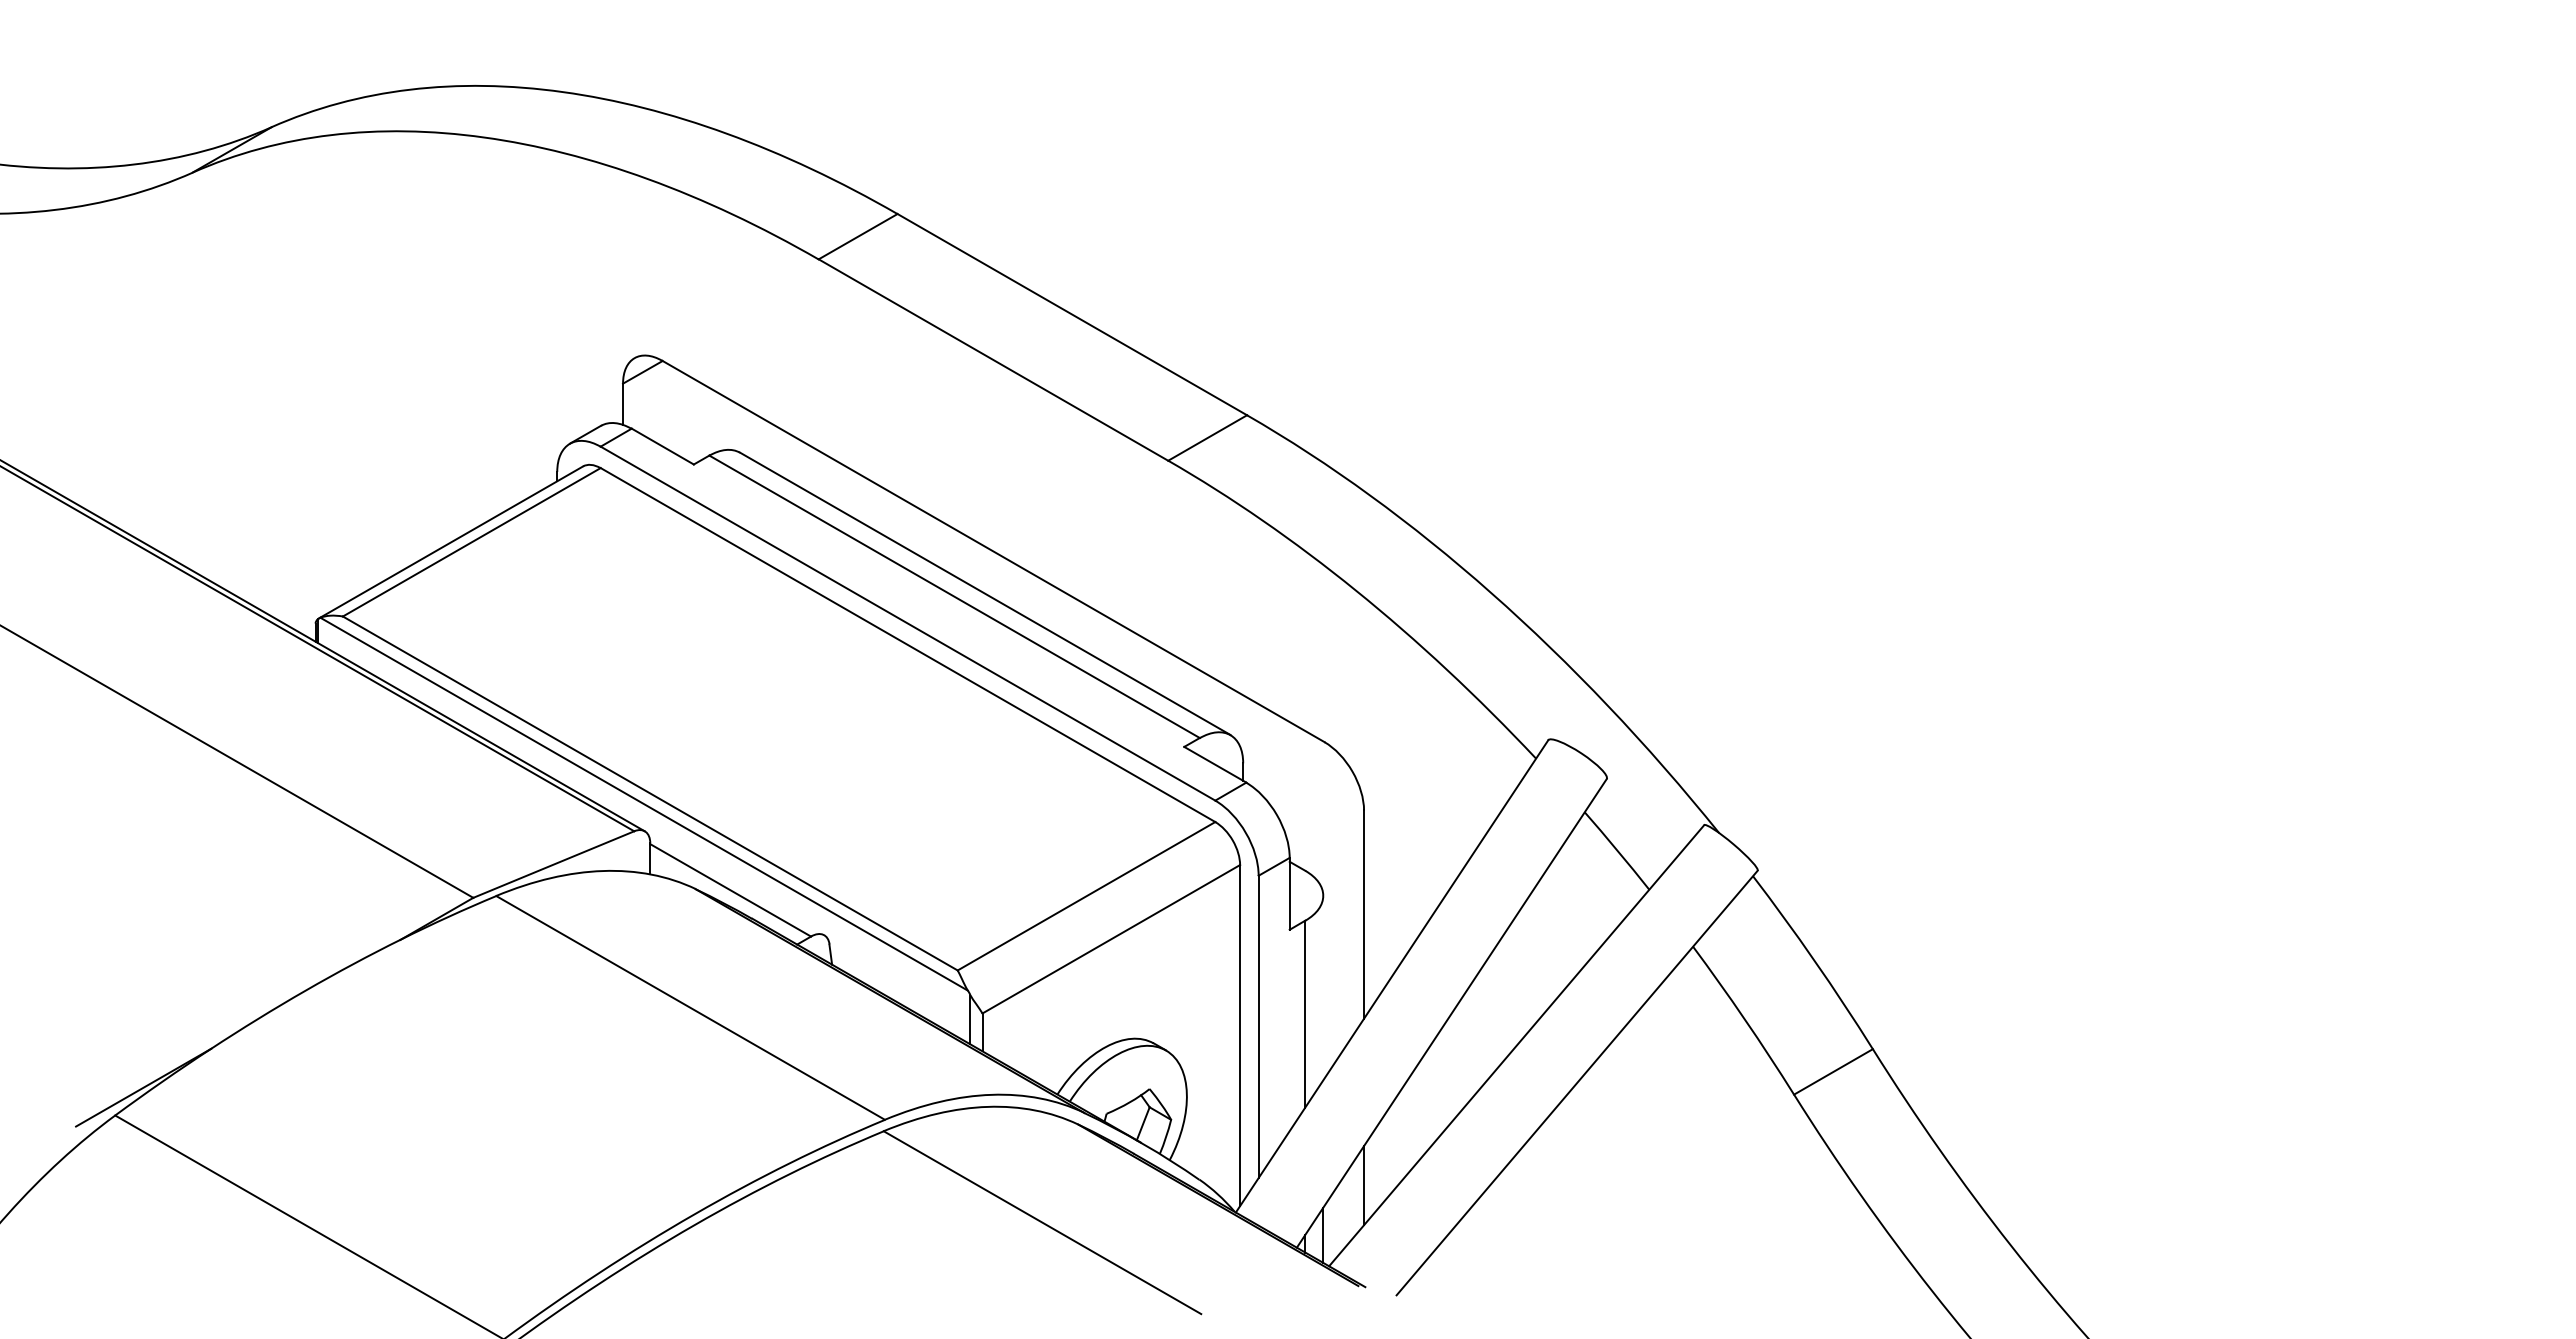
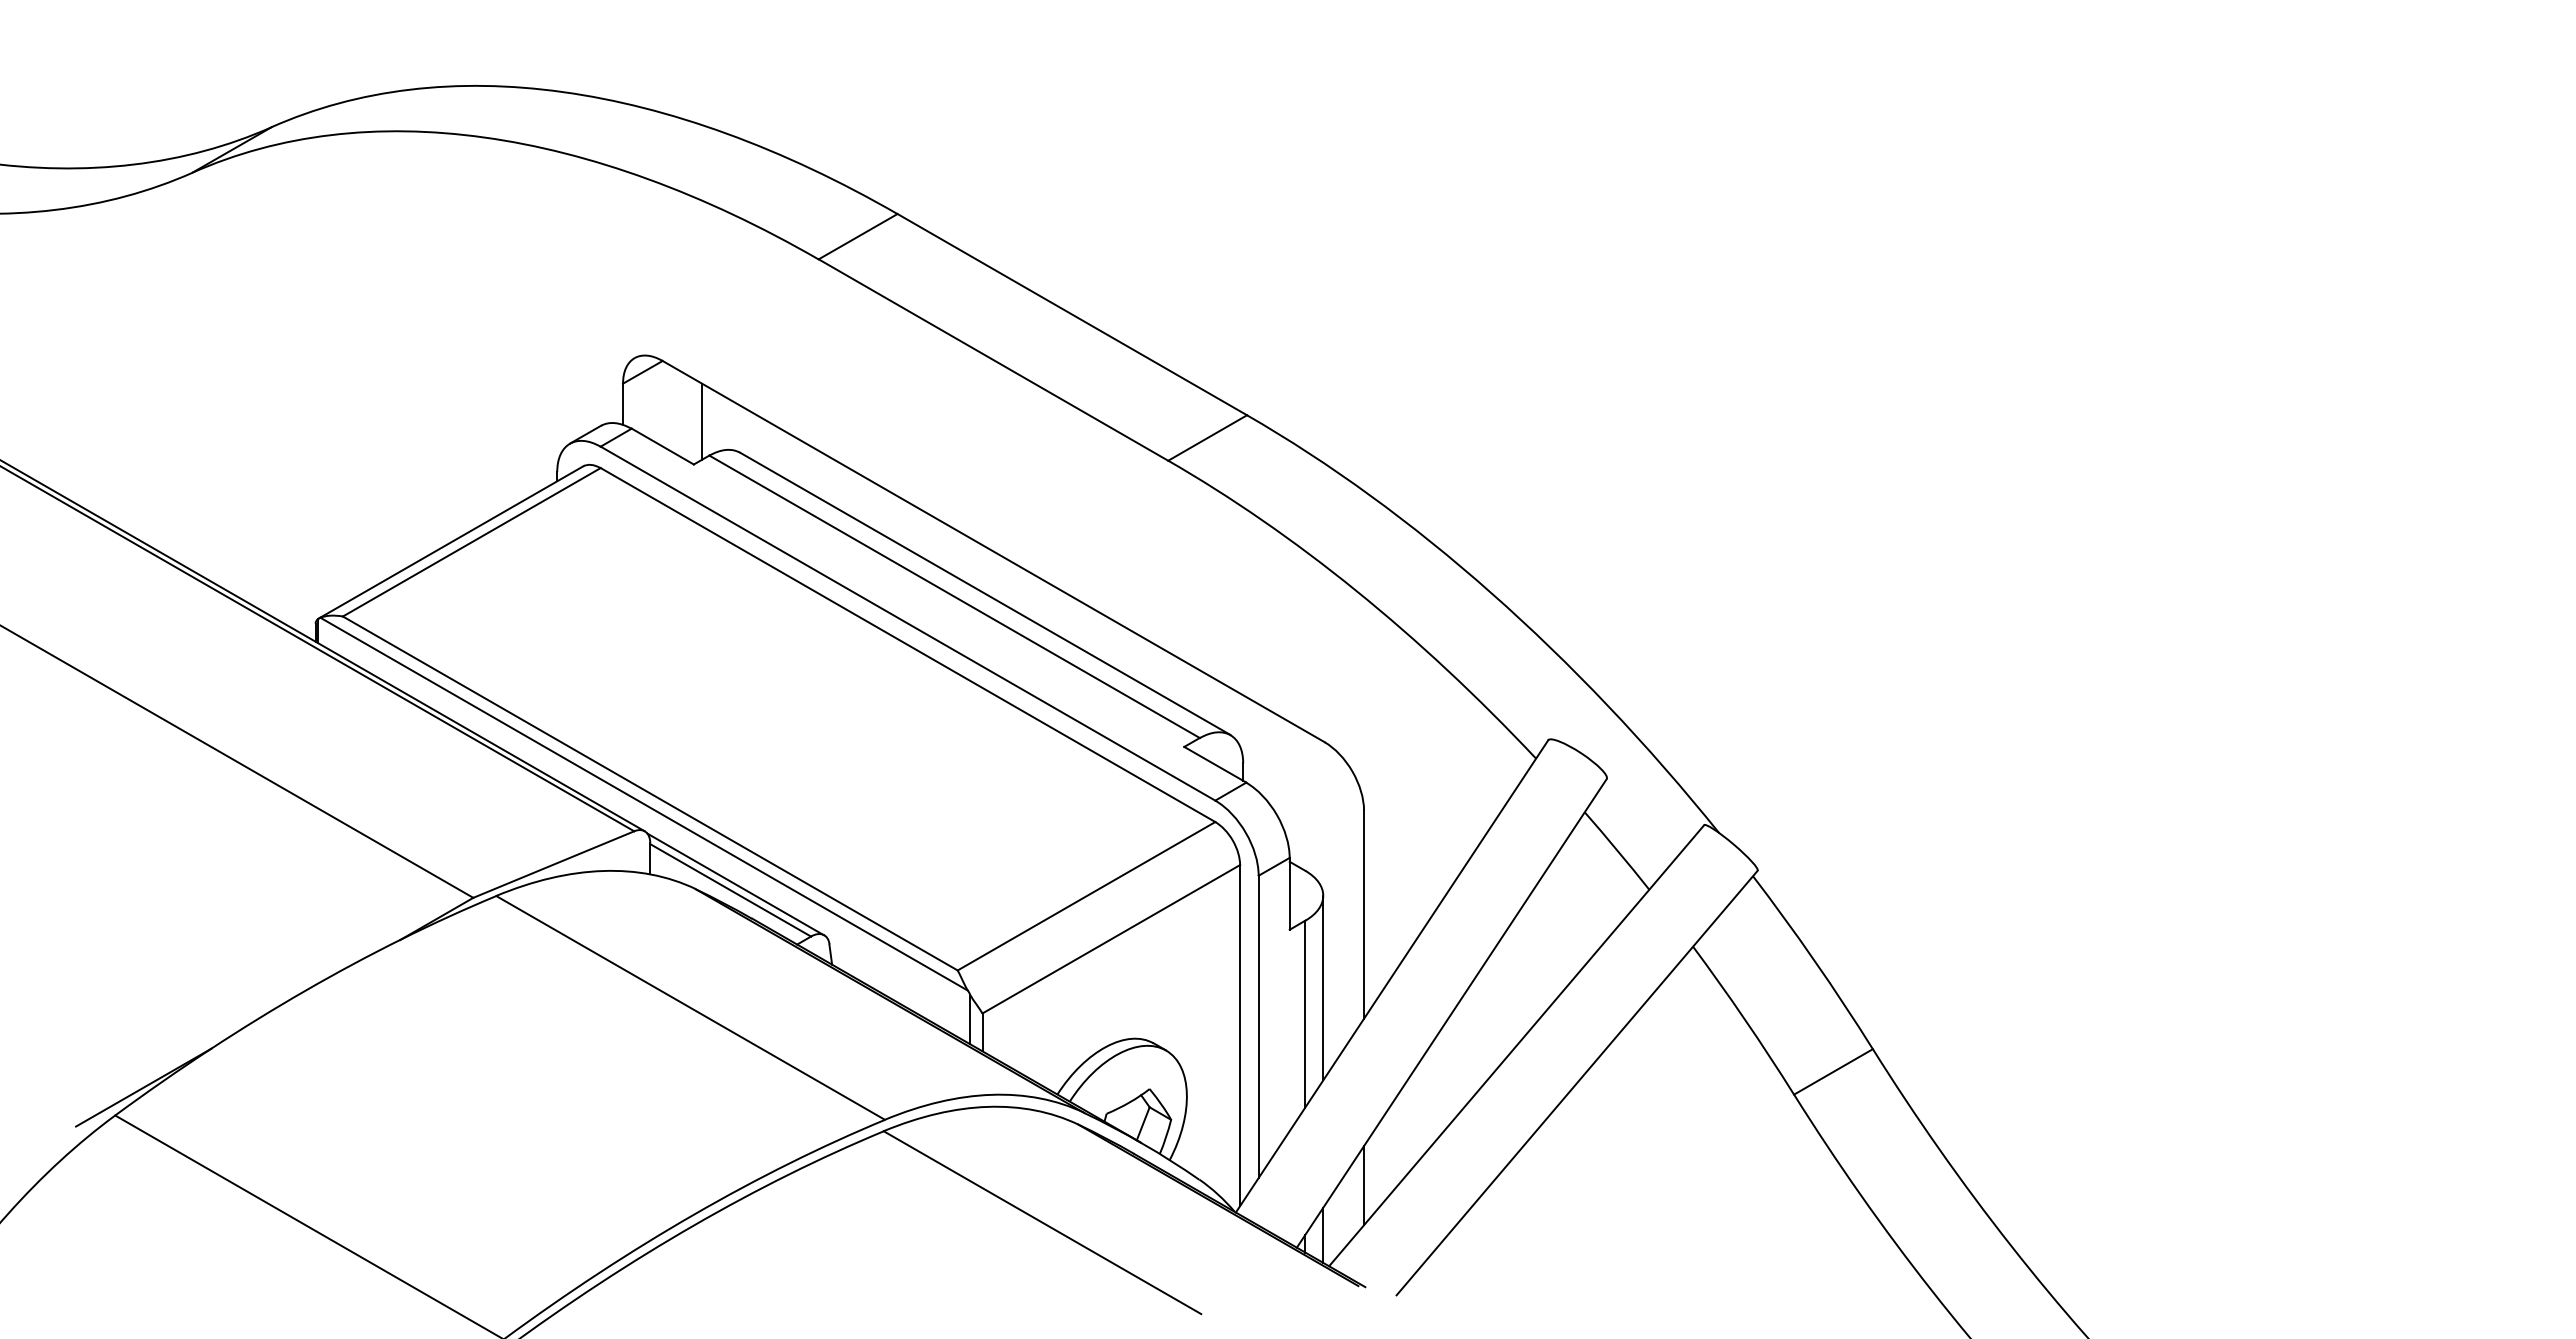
line at (701, 421): none -> present
line at (735, 884): none -> present
line at (1323, 987): none -> present
